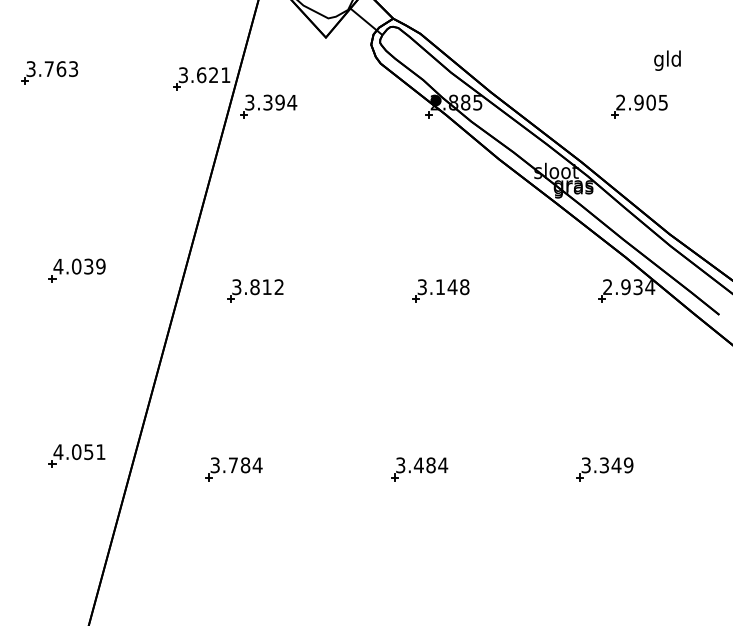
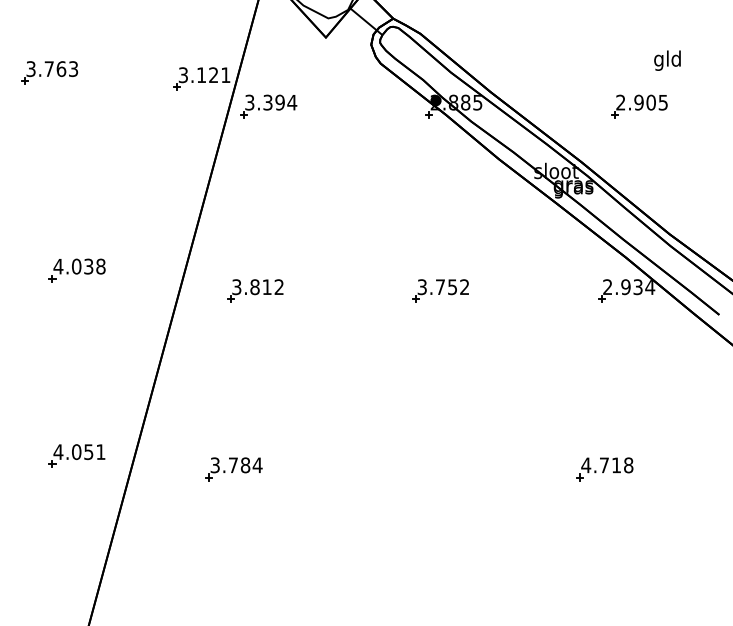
text at (201, 75): 3.621 -> 3.121
text at (100, 266): 4.039 -> 4.038
text at (452, 287): 3.148 -> 3.752
text at (607, 465): 3.349 -> 4.718
part at (419, 469): present -> none
